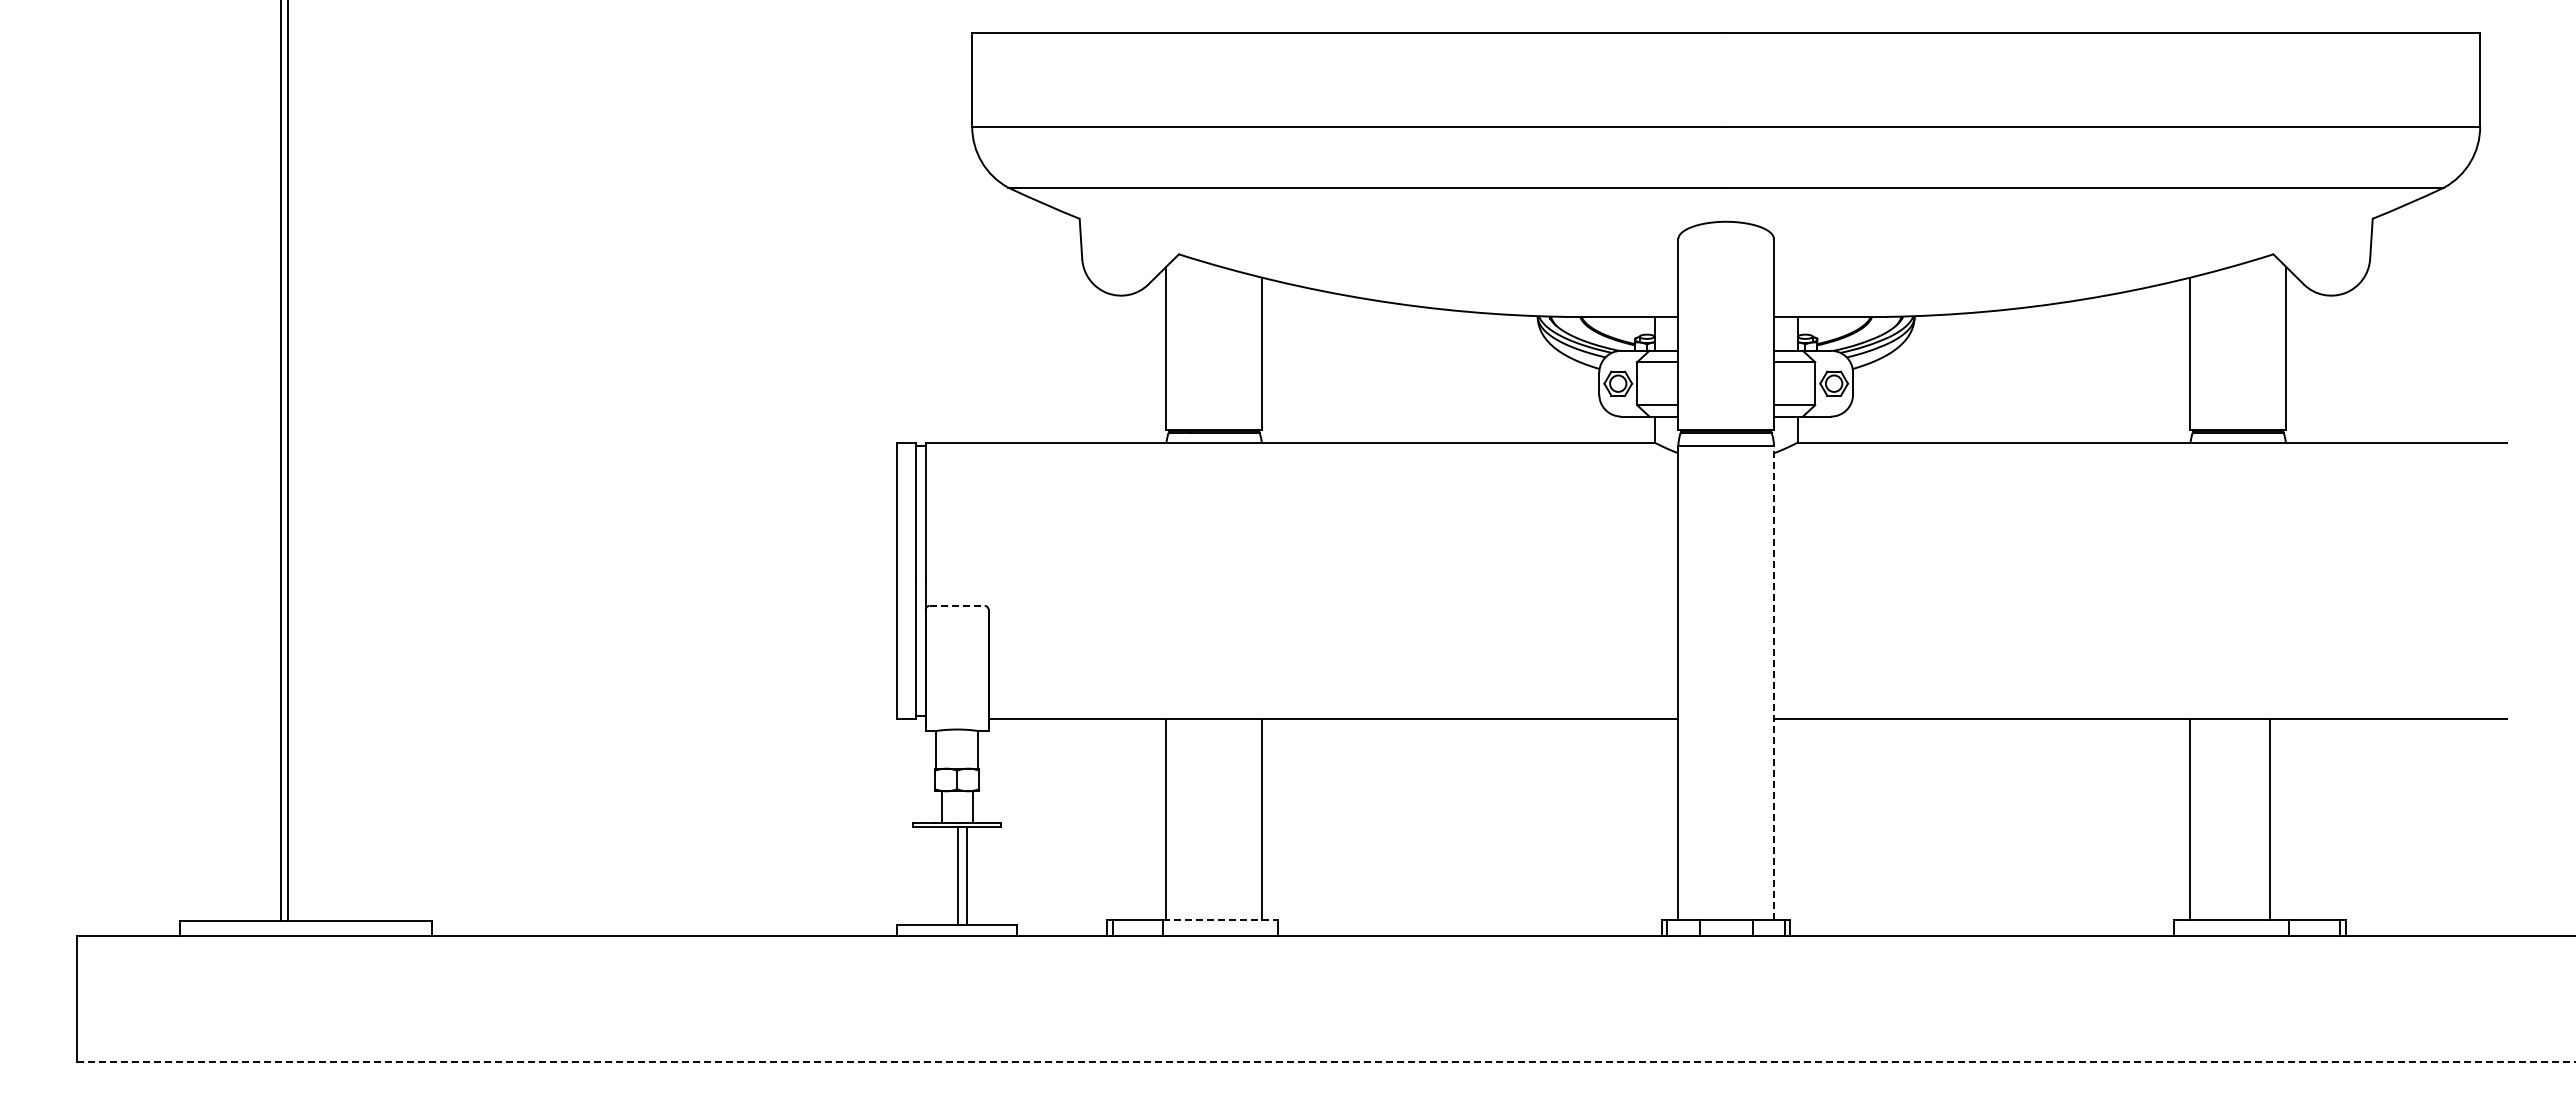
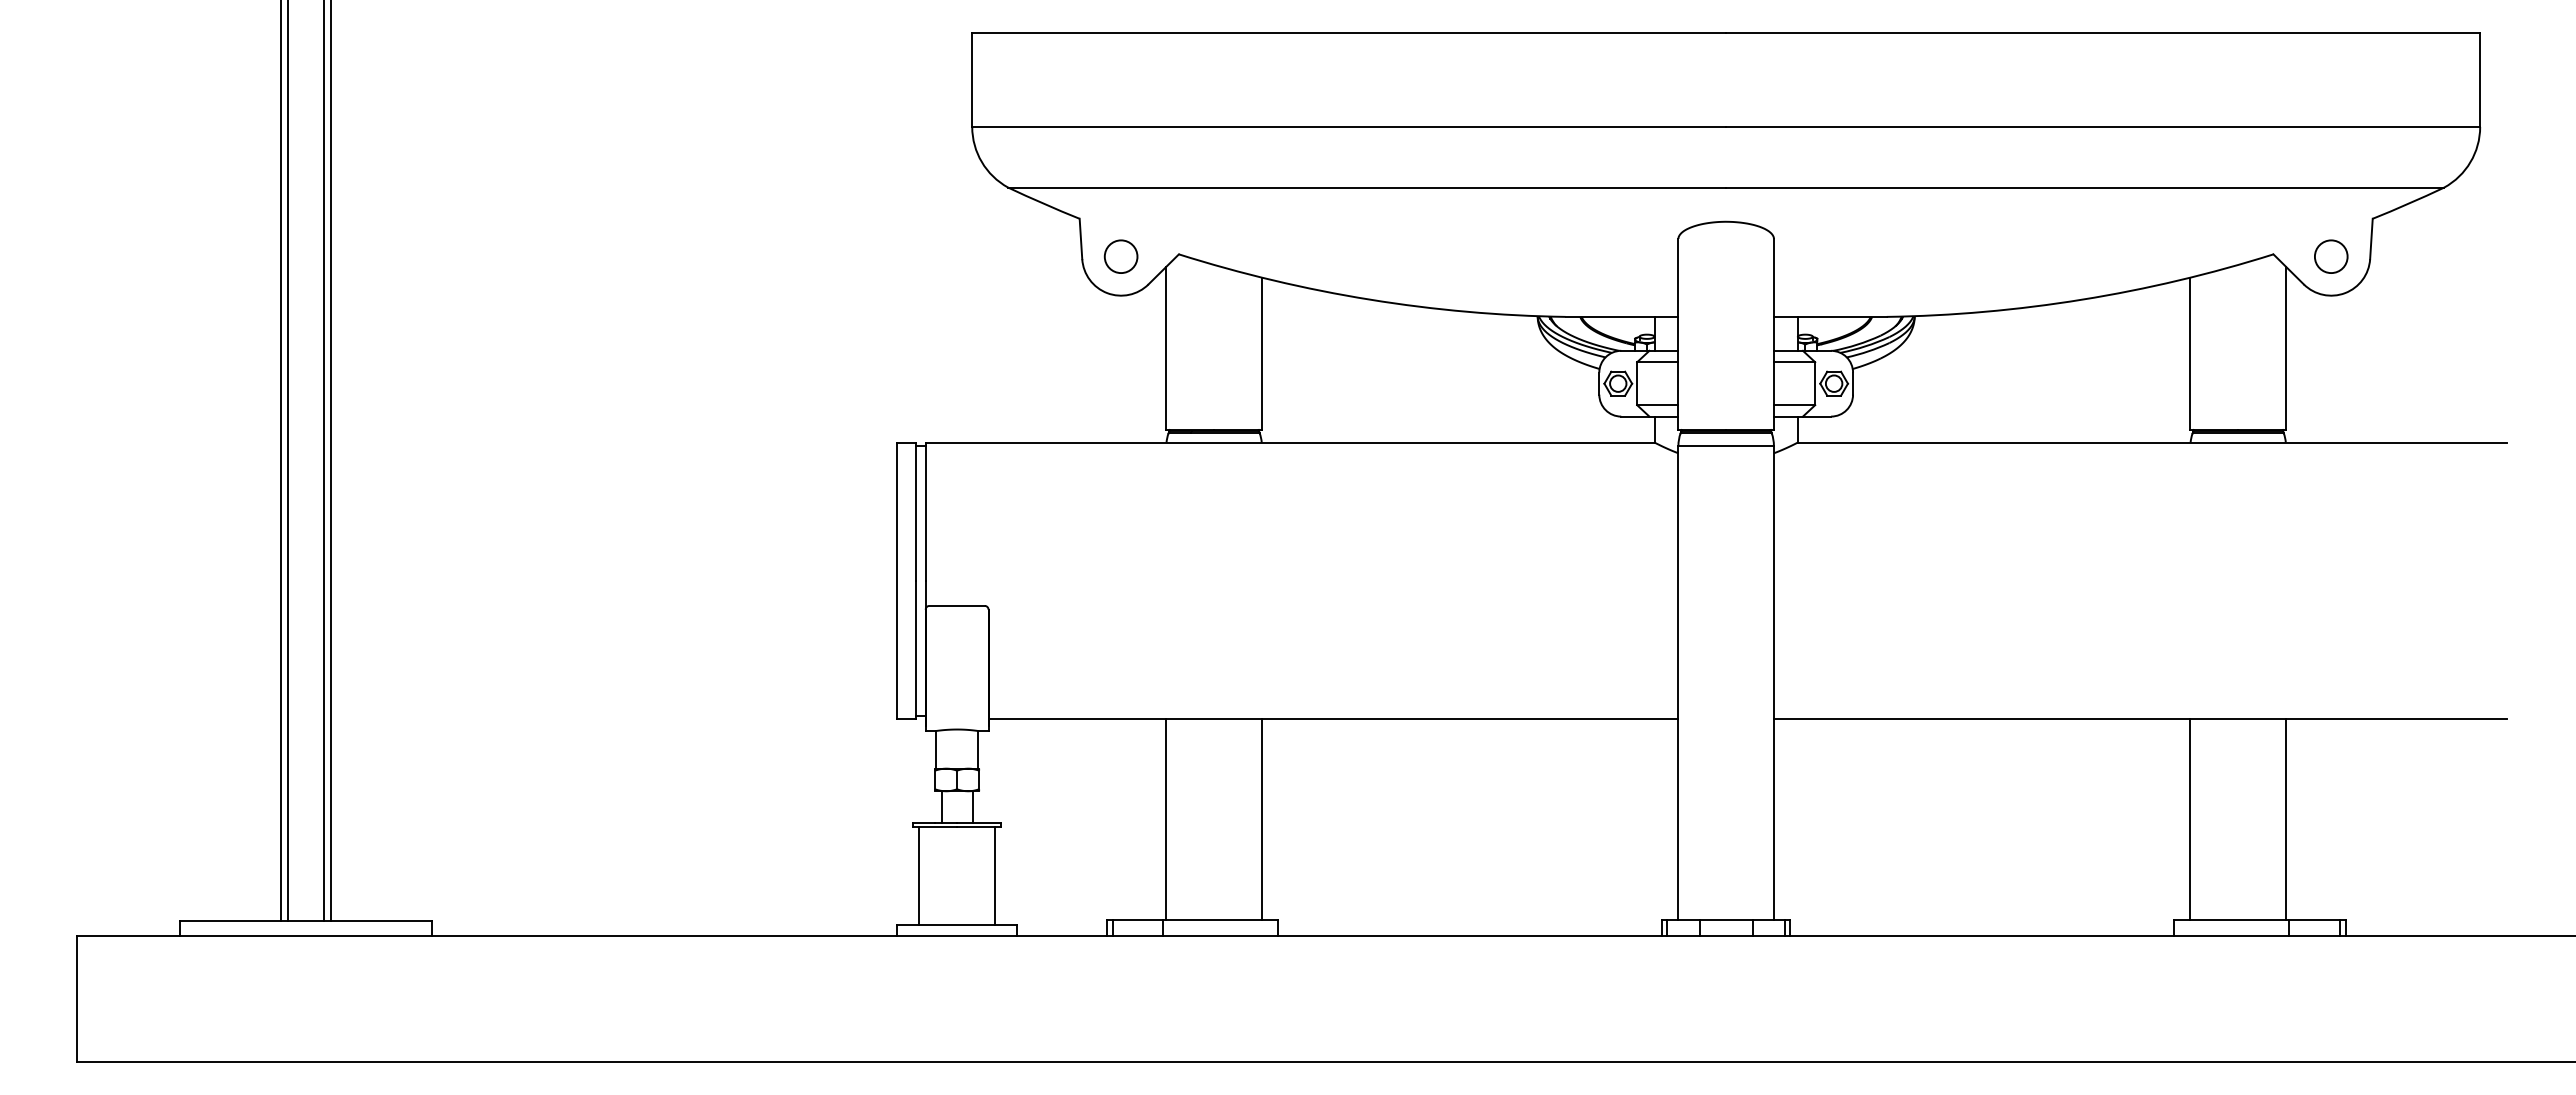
circle at (1120, 256): none -> present
circle at (2331, 256): none -> present
line at (323, 461): none -> present
line at (331, 461): none -> present
line at (957, 605): dashed -> solid
line at (1773, 682): dashed -> solid
line at (2269, 819) position: (2269, 819) -> (2285, 819)
line at (958, 876) position: (958, 876) -> (919, 876)
line at (966, 876) position: (966, 876) -> (994, 876)
line at (1220, 920): dashed -> solid
line at (1326, 1062): dashed -> solid
